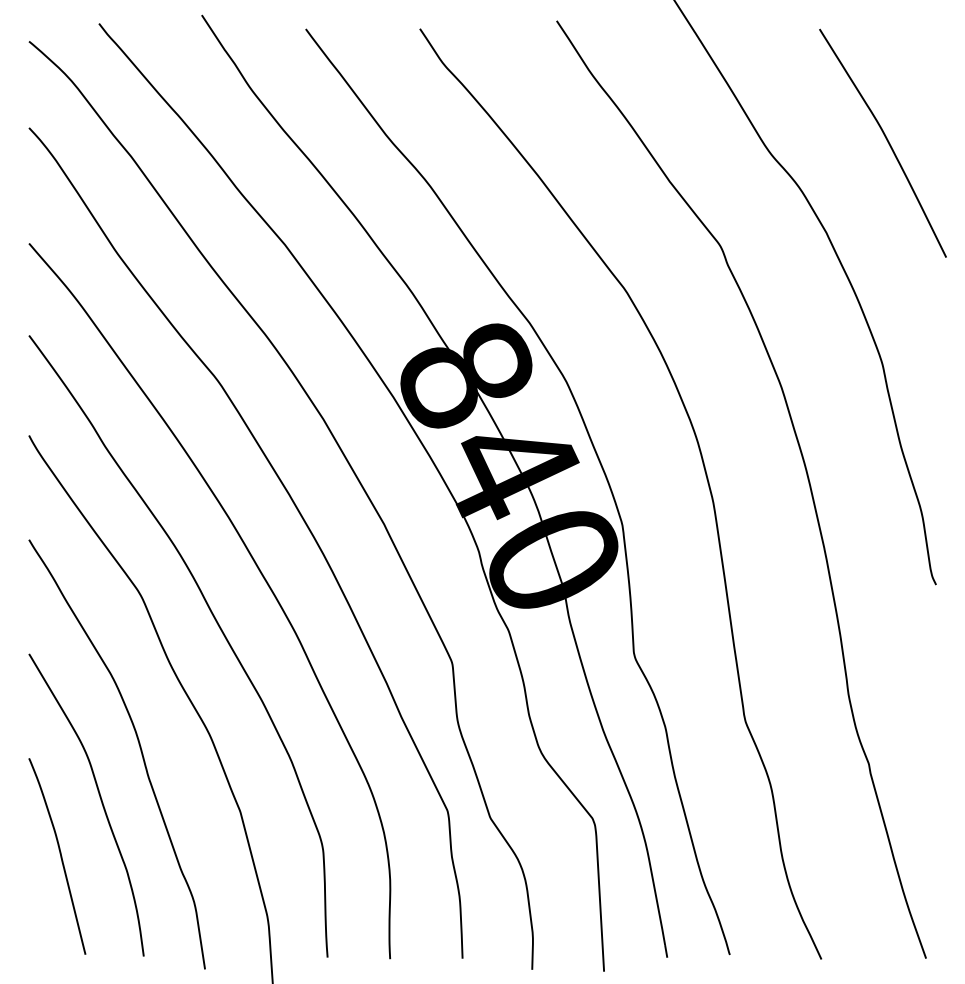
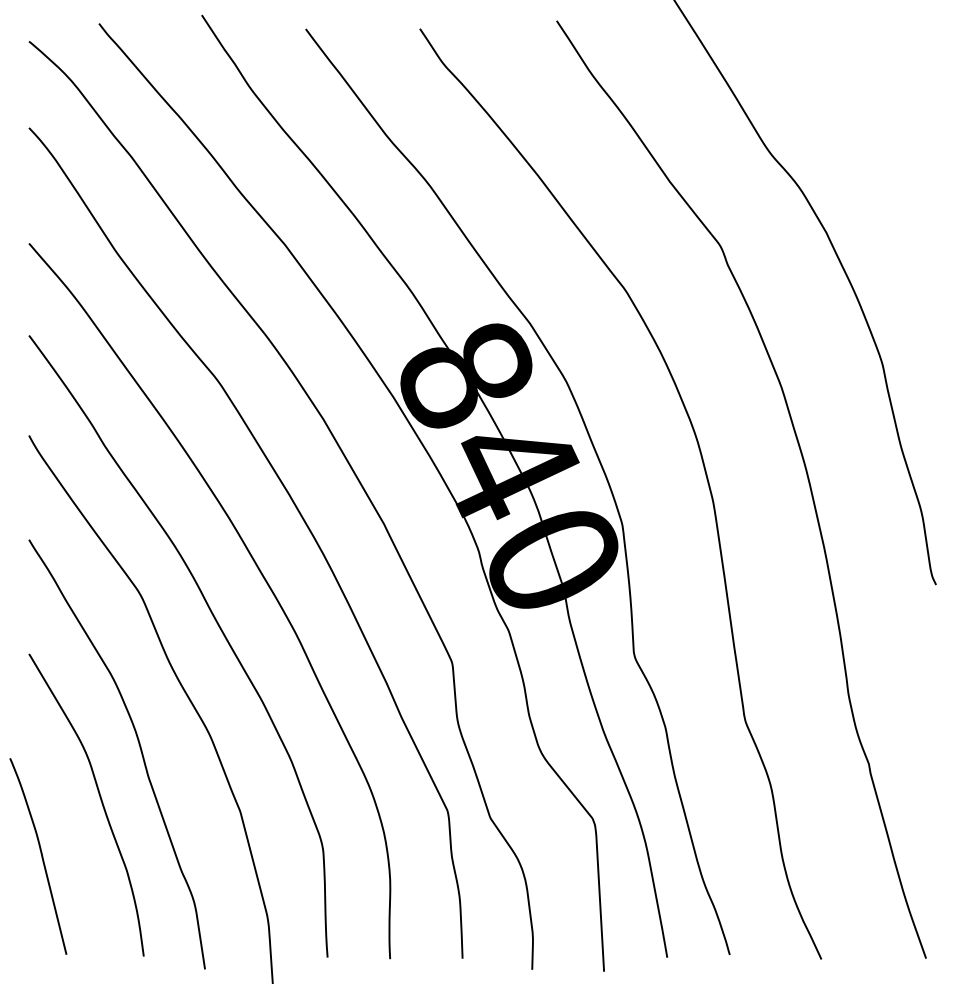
curve at (886, 140): present -> none
curve at (60, 856) position: (60, 856) -> (41, 856)
